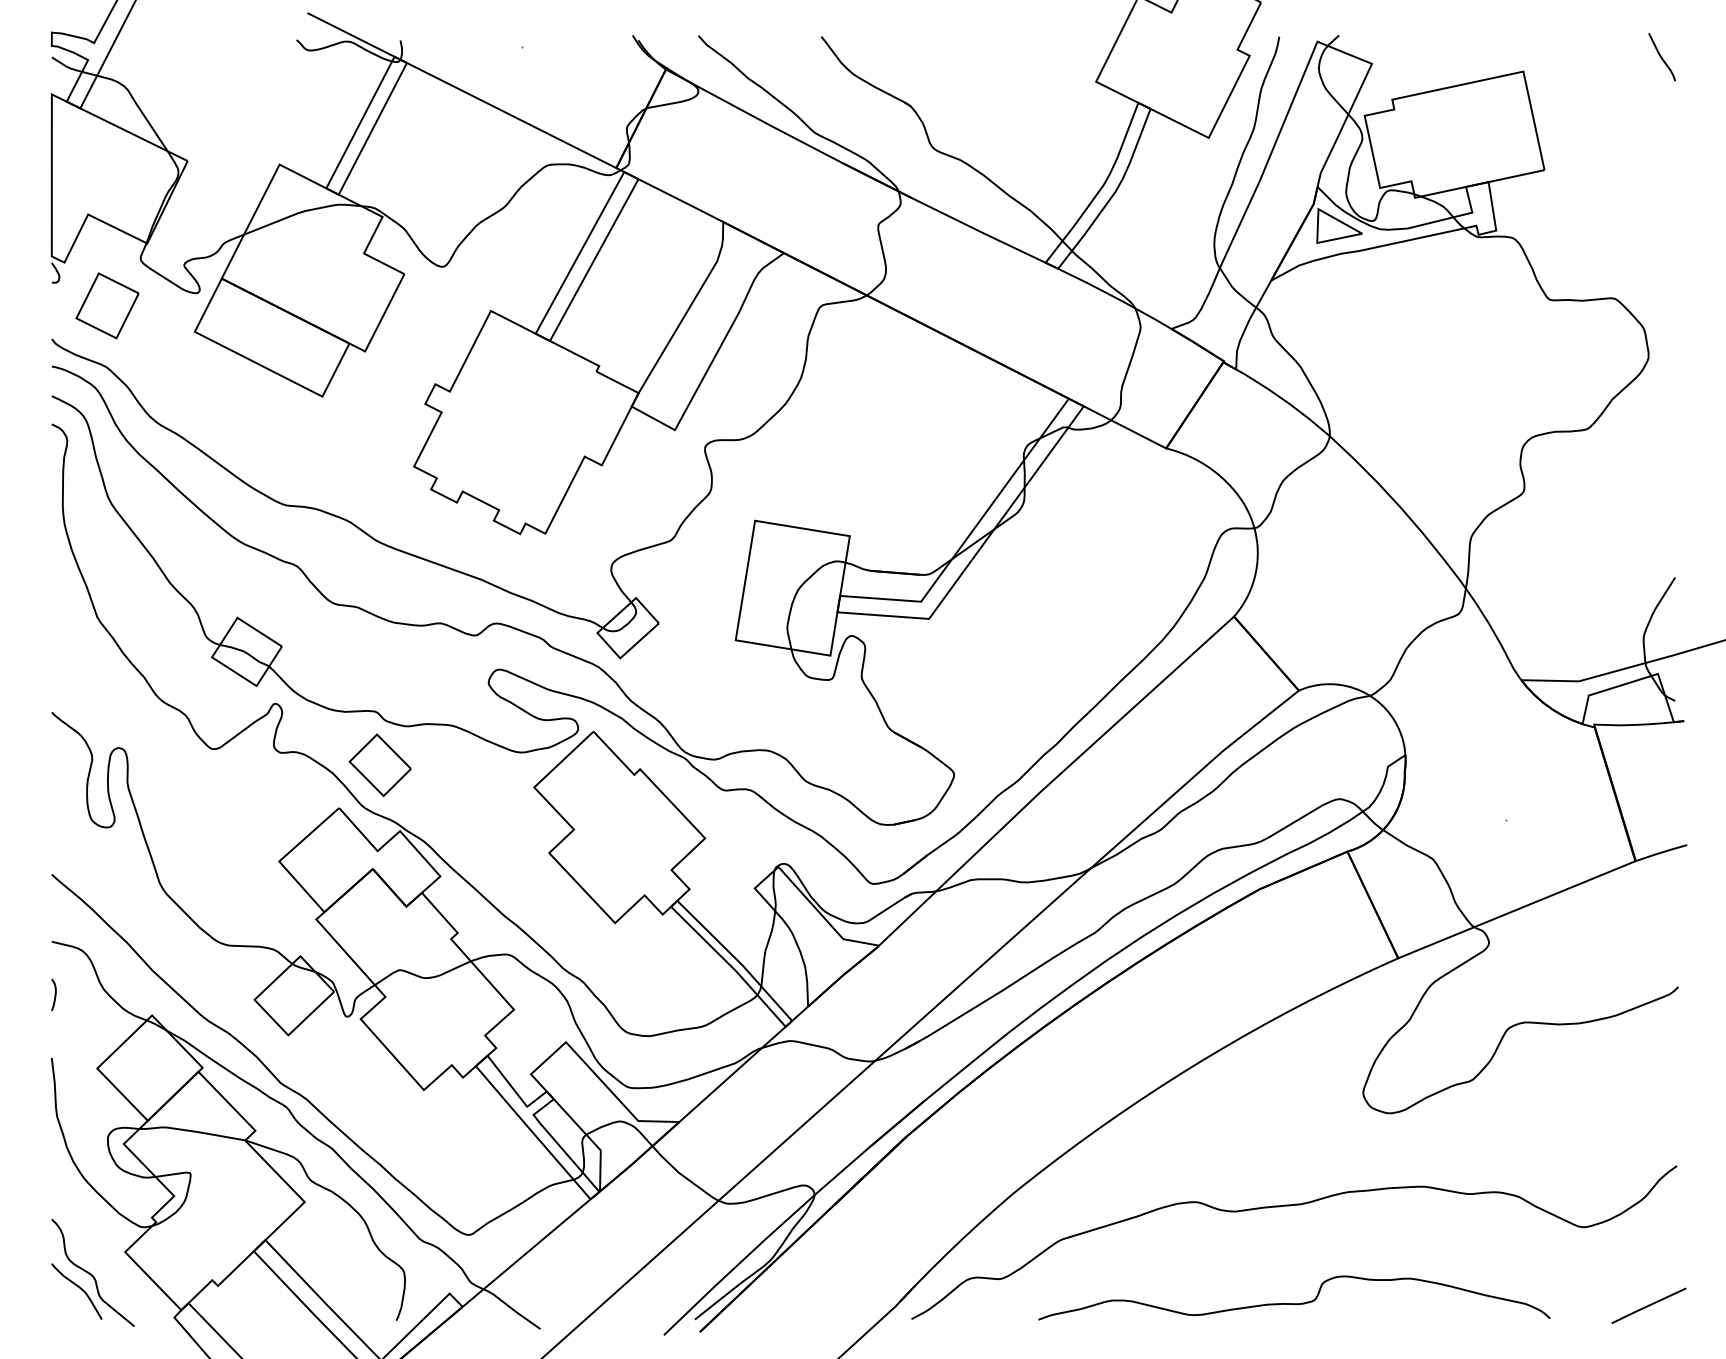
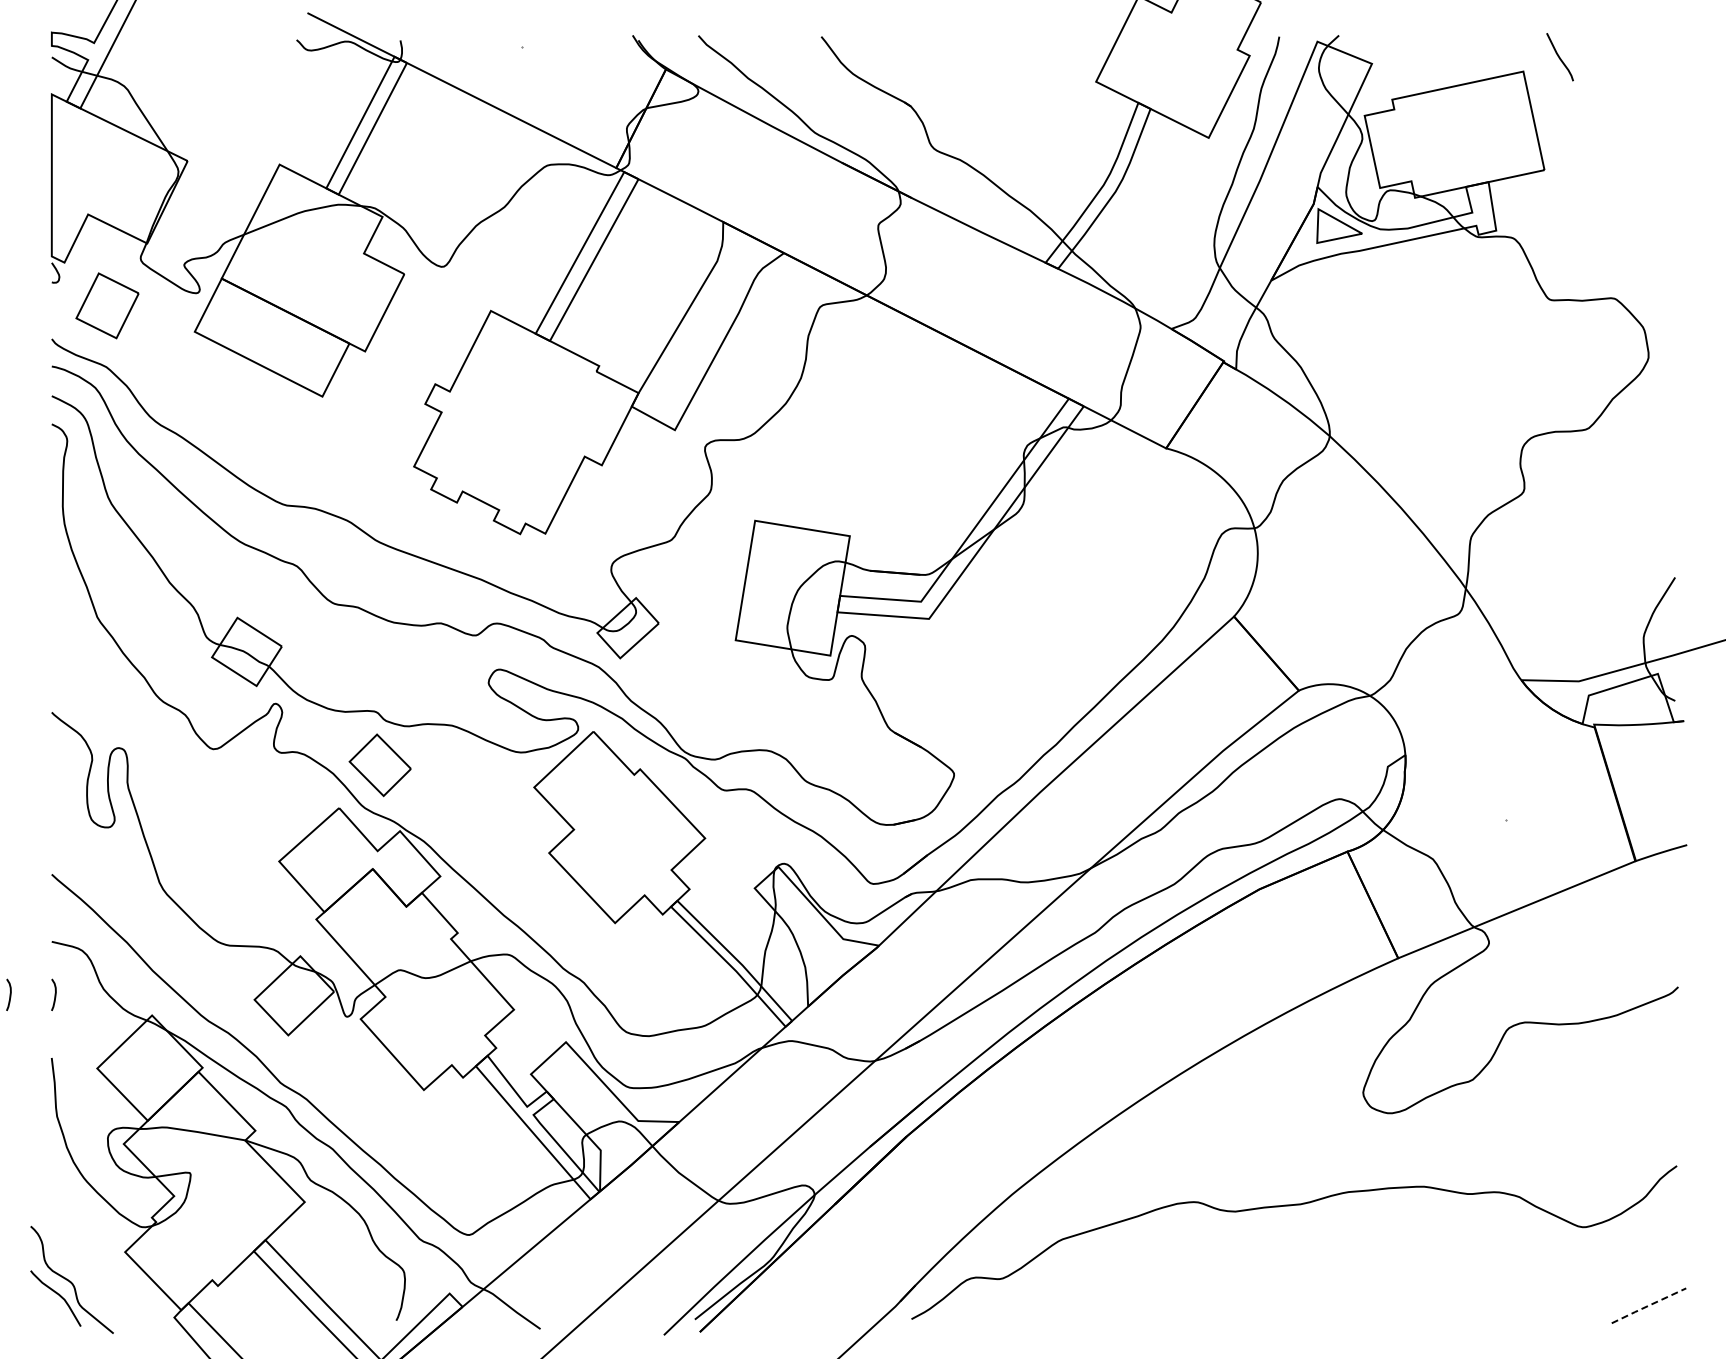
curve at (1661, 57) position: (1661, 57) -> (1559, 57)
curve at (9, 994): none -> present
part at (92, 1272) position: (92, 1272) -> (71, 1279)
curve at (1294, 1303): present -> none
line at (1648, 1305): solid -> dashed
